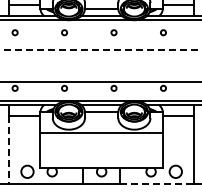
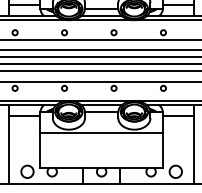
line at (100, 39): none -> present
line at (100, 50): dashed -> solid
line at (100, 57): none -> present
line at (100, 63): none -> present
line at (100, 71): none -> present
line at (8, 150): dashed -> solid
line at (157, 184): dashed -> solid
